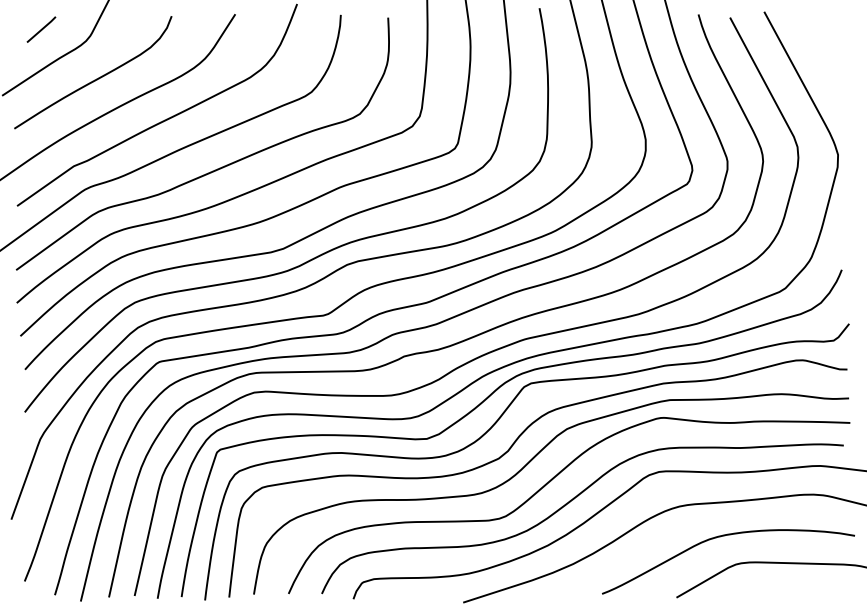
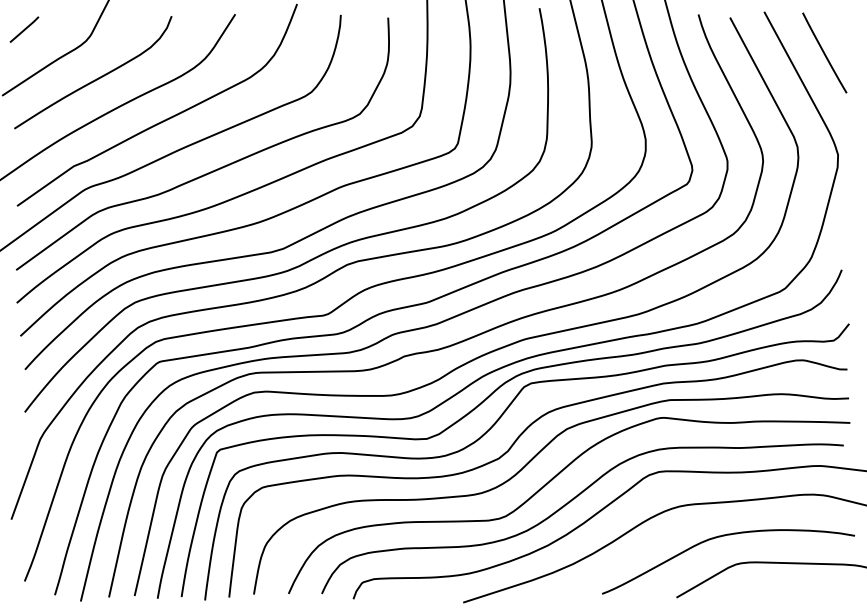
line at (41, 29) position: (41, 29) -> (24, 29)
line at (824, 52): none -> present
